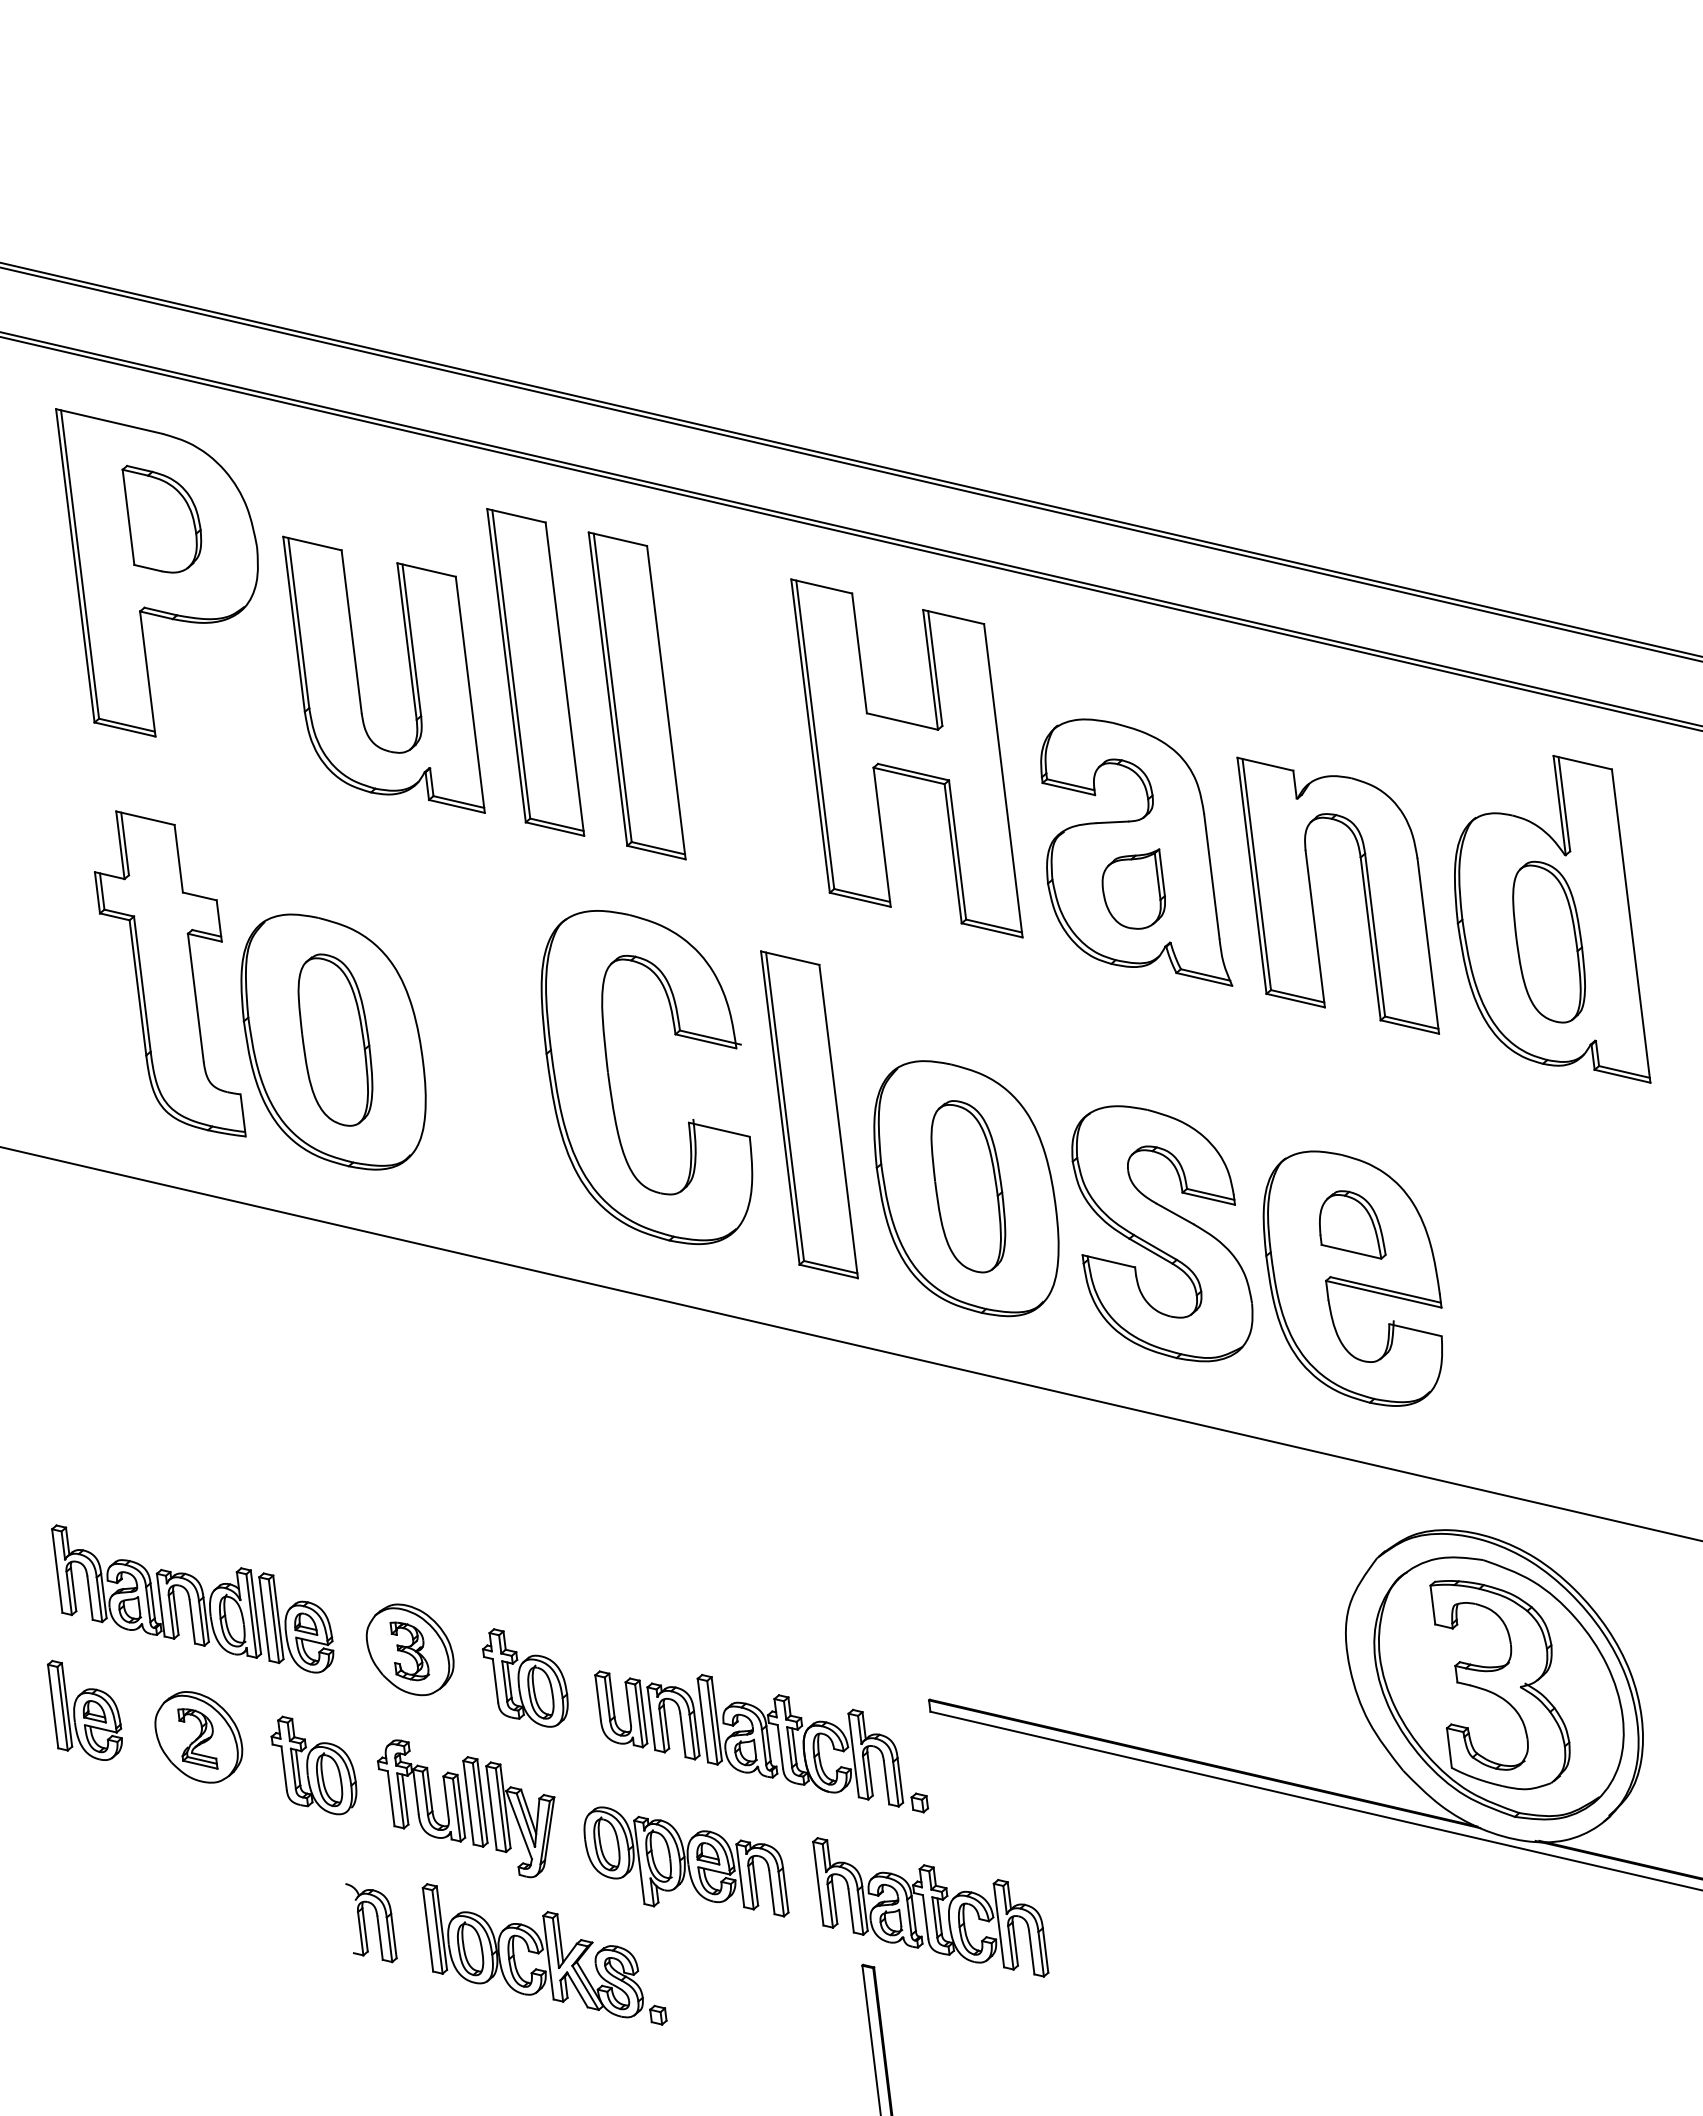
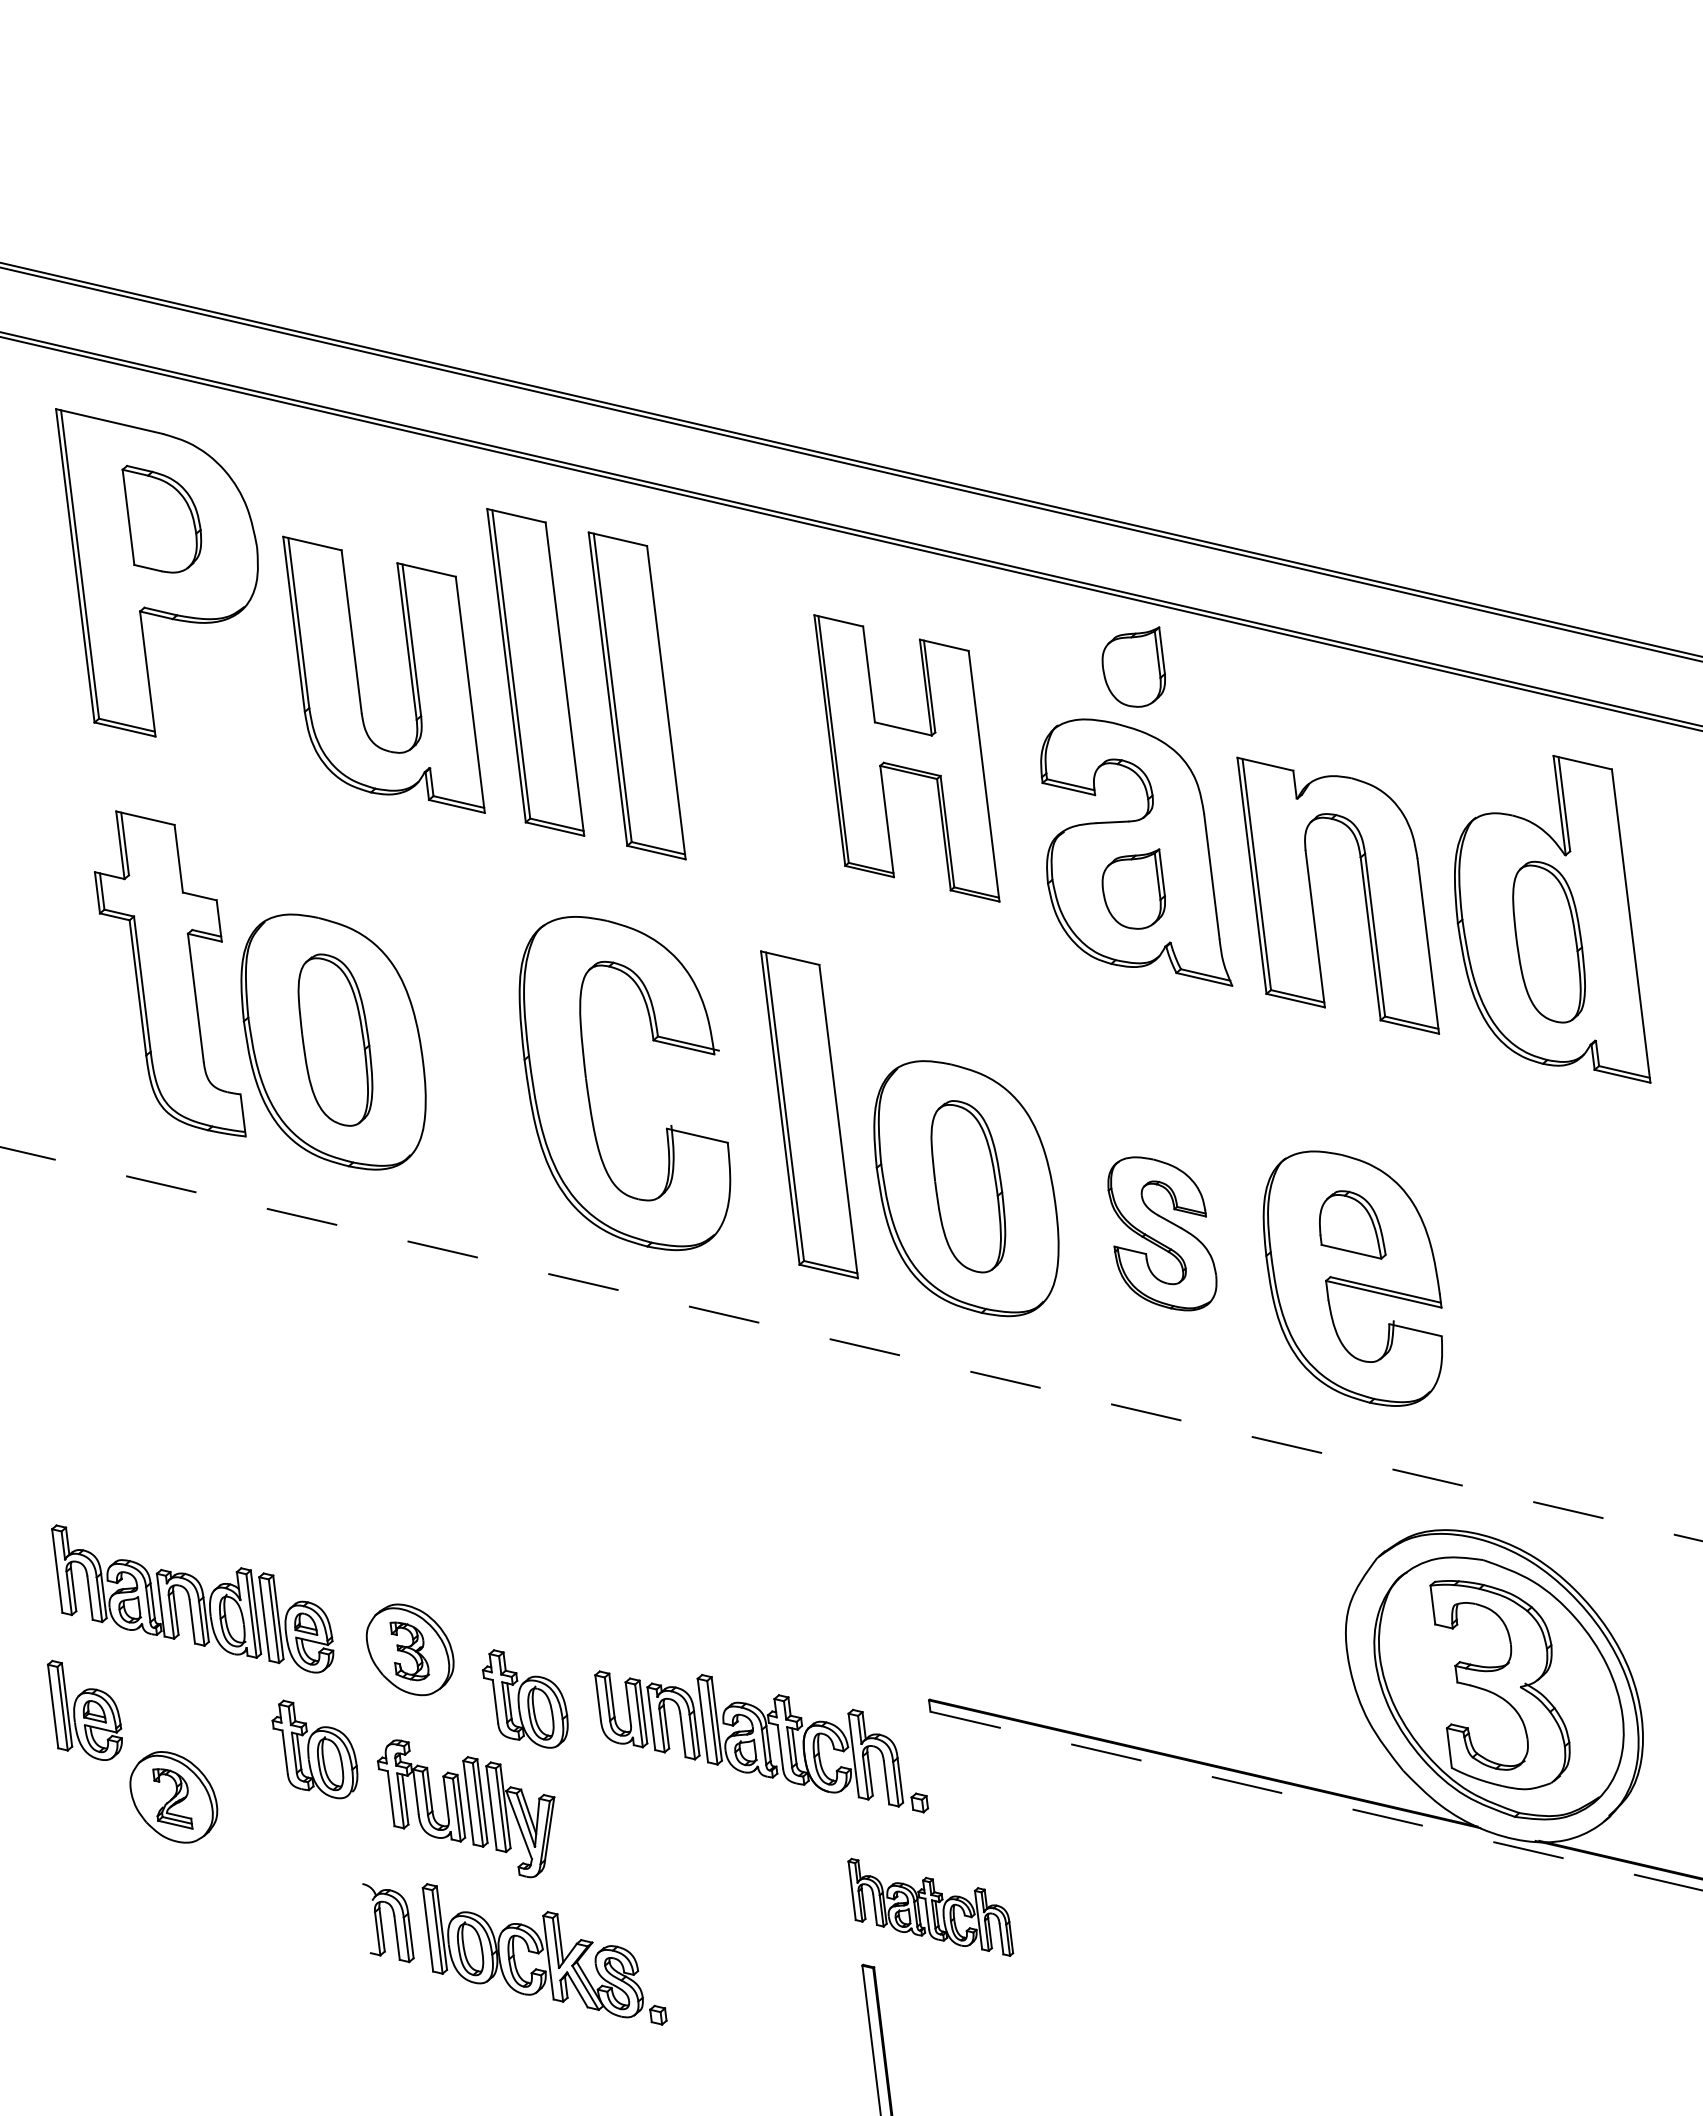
part at (1133, 666): none -> present
part at (906, 758) size: 234x361 px -> 188x289 px
part at (610, 1081) position: (610, 1081) -> (588, 1087)
part at (1162, 1233) size: 183x258 px -> 111x156 px
line at (851, 1344): solid -> dashed
part at (525, 1677) position: (525, 1677) -> (525, 1698)
part at (198, 1737) position: (198, 1737) -> (173, 1797)
part at (313, 1765) position: (313, 1765) -> (314, 1749)
line at (1317, 1801): solid -> dashed
part at (686, 1861): present -> none
part at (930, 1907) size: 238x141 px -> 168x100 px
part at (371, 1923) position: (371, 1923) -> (388, 1923)
